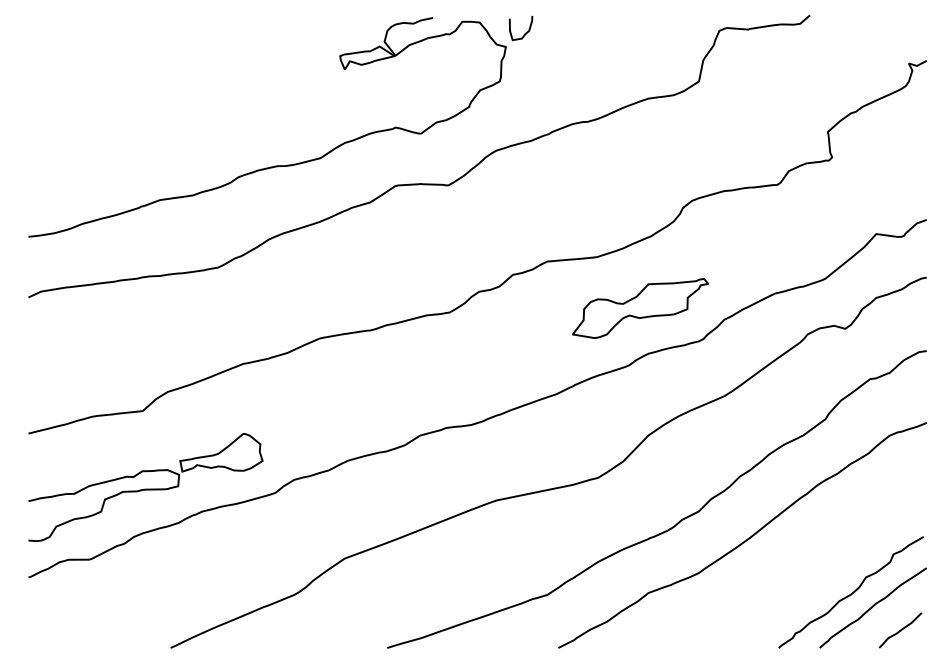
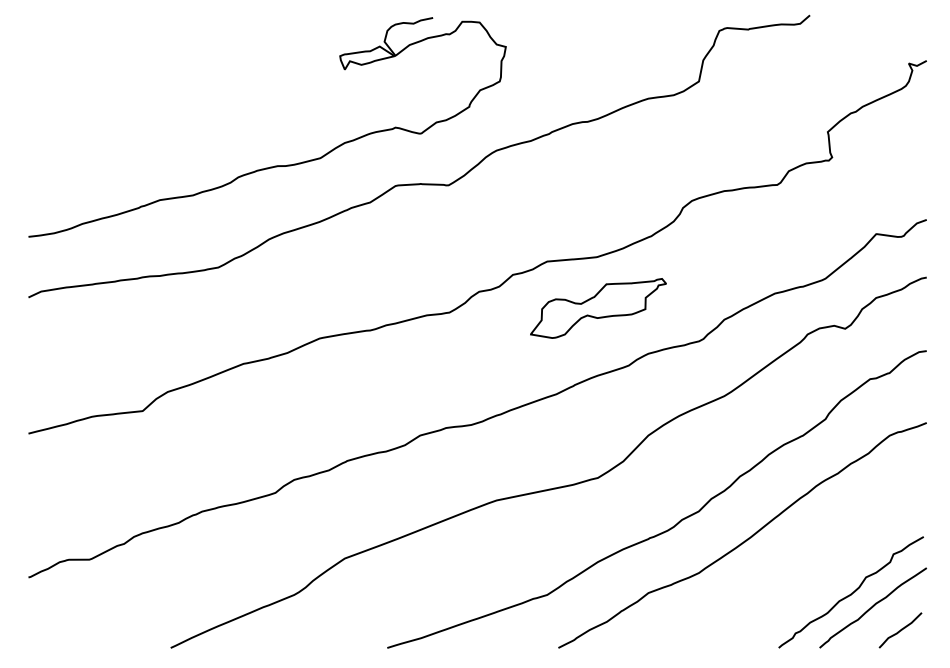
curve at (525, 32): present -> none
part at (640, 308) position: (640, 308) -> (598, 308)
part at (145, 487): present -> none
